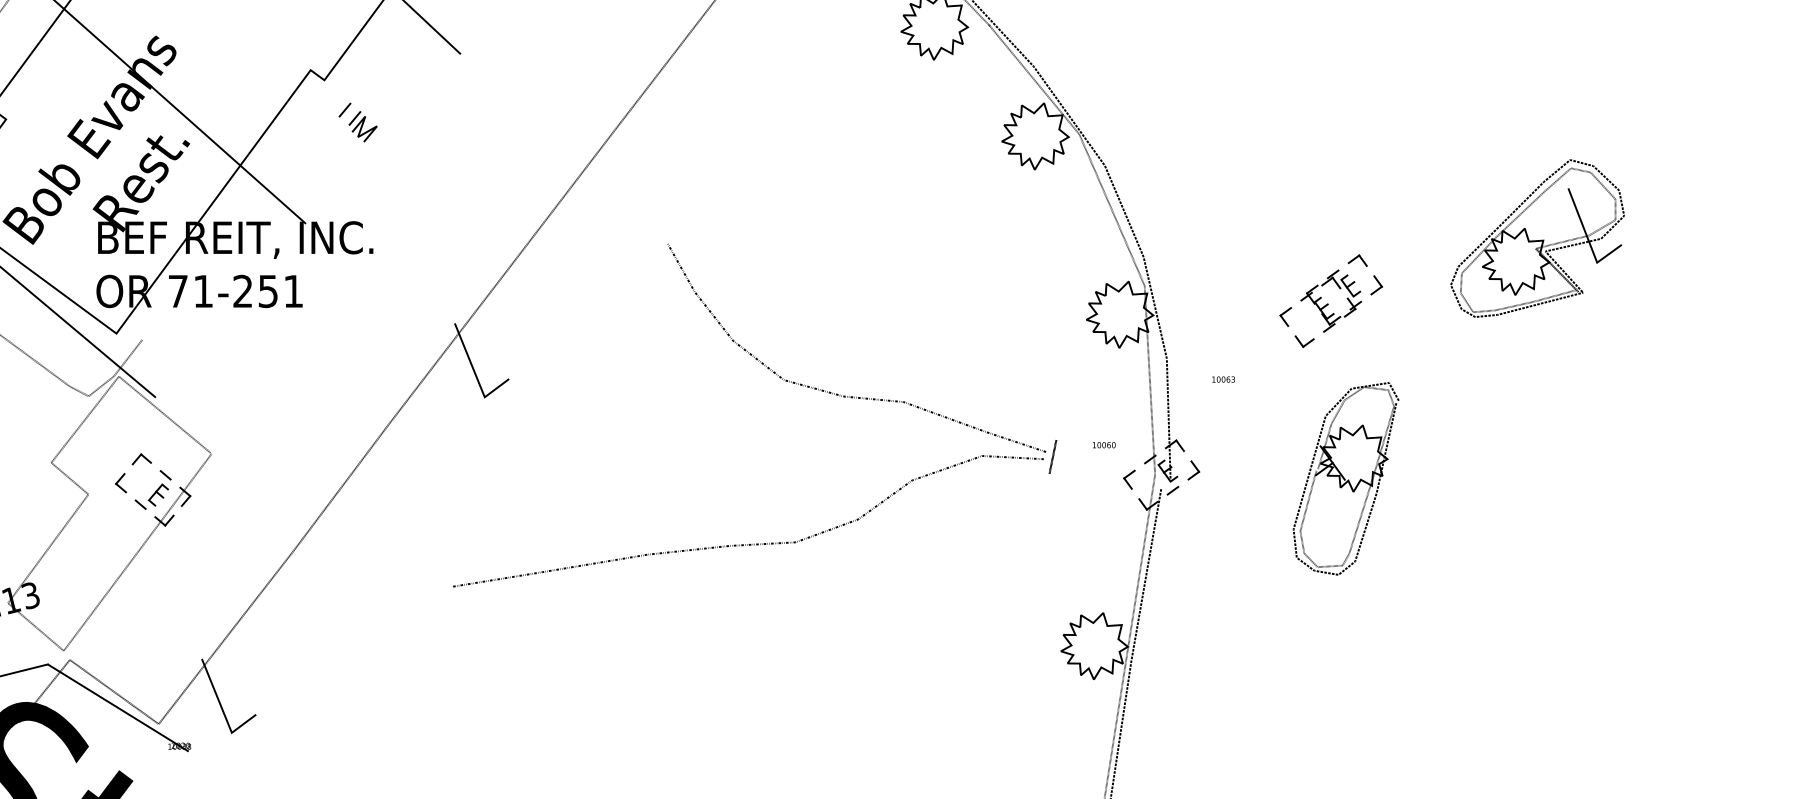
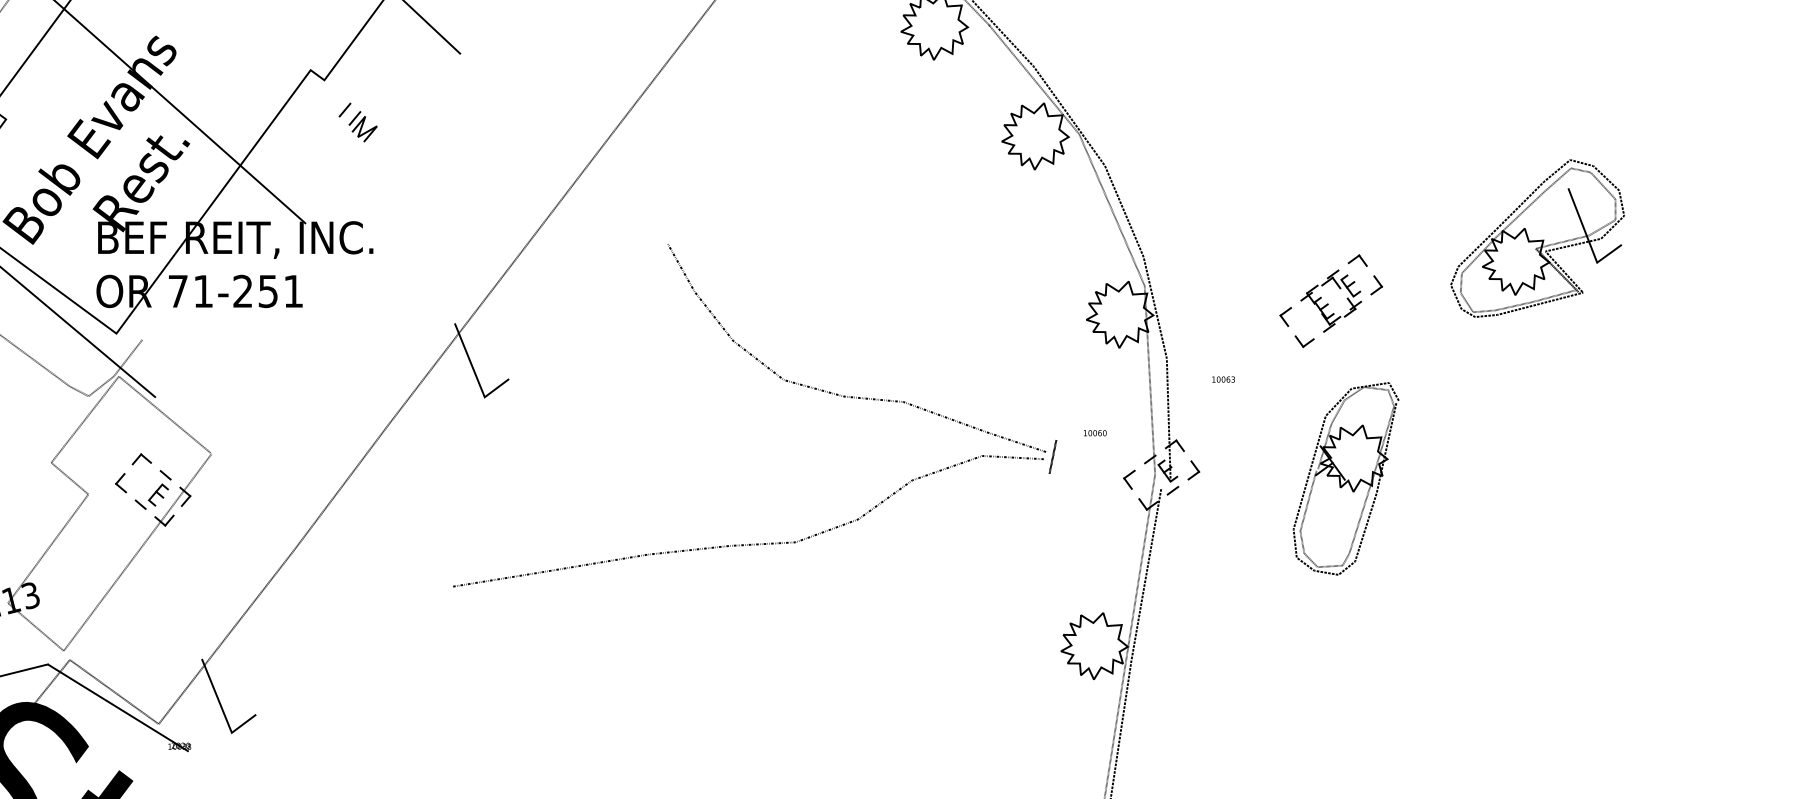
text at (1104, 445) position: (1104, 445) -> (1095, 433)
